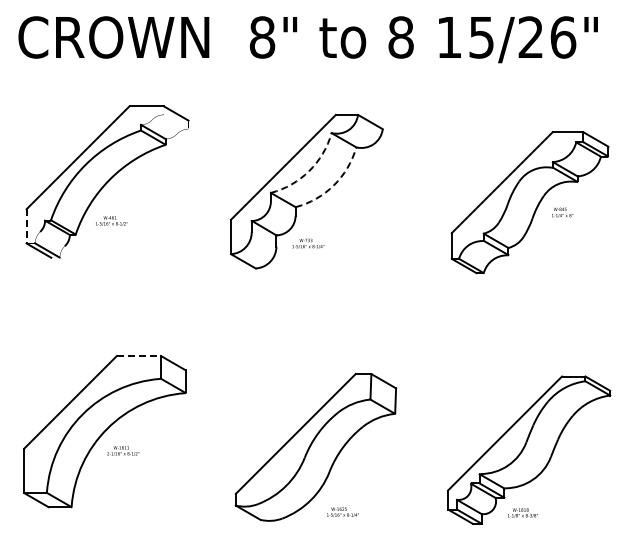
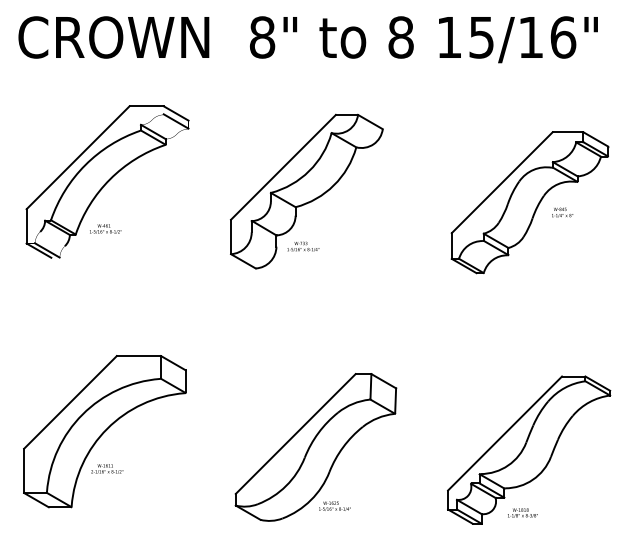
text at (530, 36): 15/26" -> 15/16"
line at (175, 121): none -> present
arc at (309, 171): dashed -> solid
arc at (333, 185): dashed -> solid
text at (111, 220) position: (111, 220) -> (105, 228)
line at (26, 226): dashed -> solid
text at (308, 243) position: (308, 243) -> (303, 246)
line at (139, 356): dashed -> solid
text at (123, 450) position: (123, 450) -> (107, 468)
text at (342, 511) position: (342, 511) -> (334, 505)
